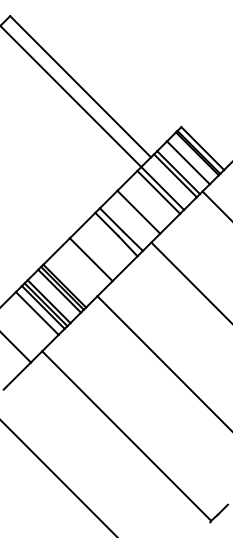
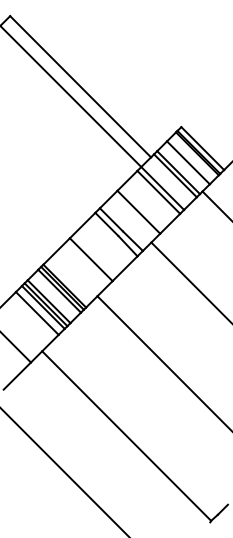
line at (58, 477) position: (58, 477) -> (64, 471)
